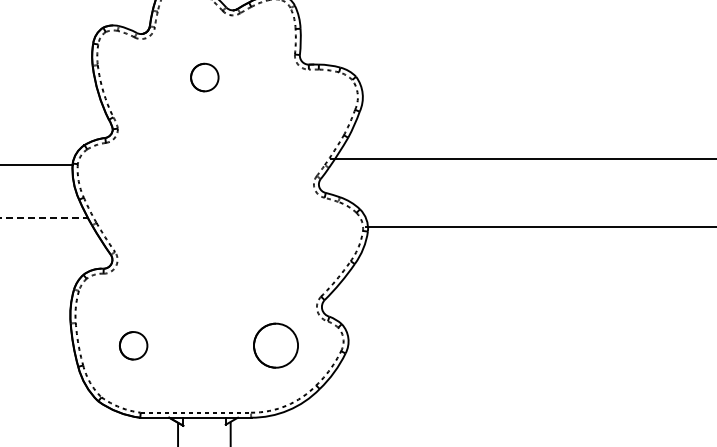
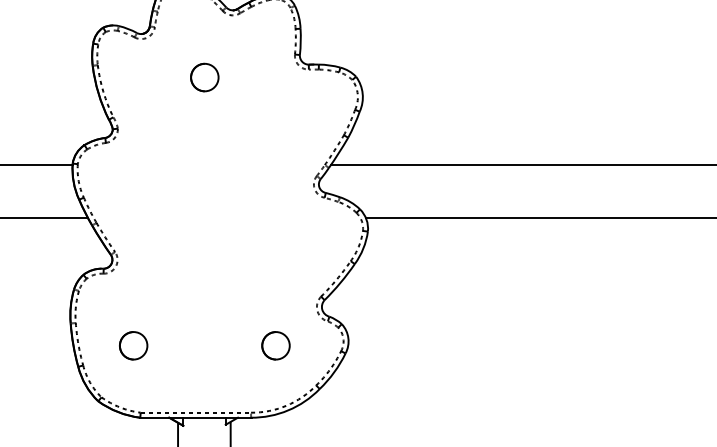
line at (521, 159) position: (521, 159) -> (521, 165)
line at (44, 217): dashed -> solid
line at (539, 226) position: (539, 226) -> (539, 217)
circle at (275, 345) size: 46x47 px -> 30x30 px
